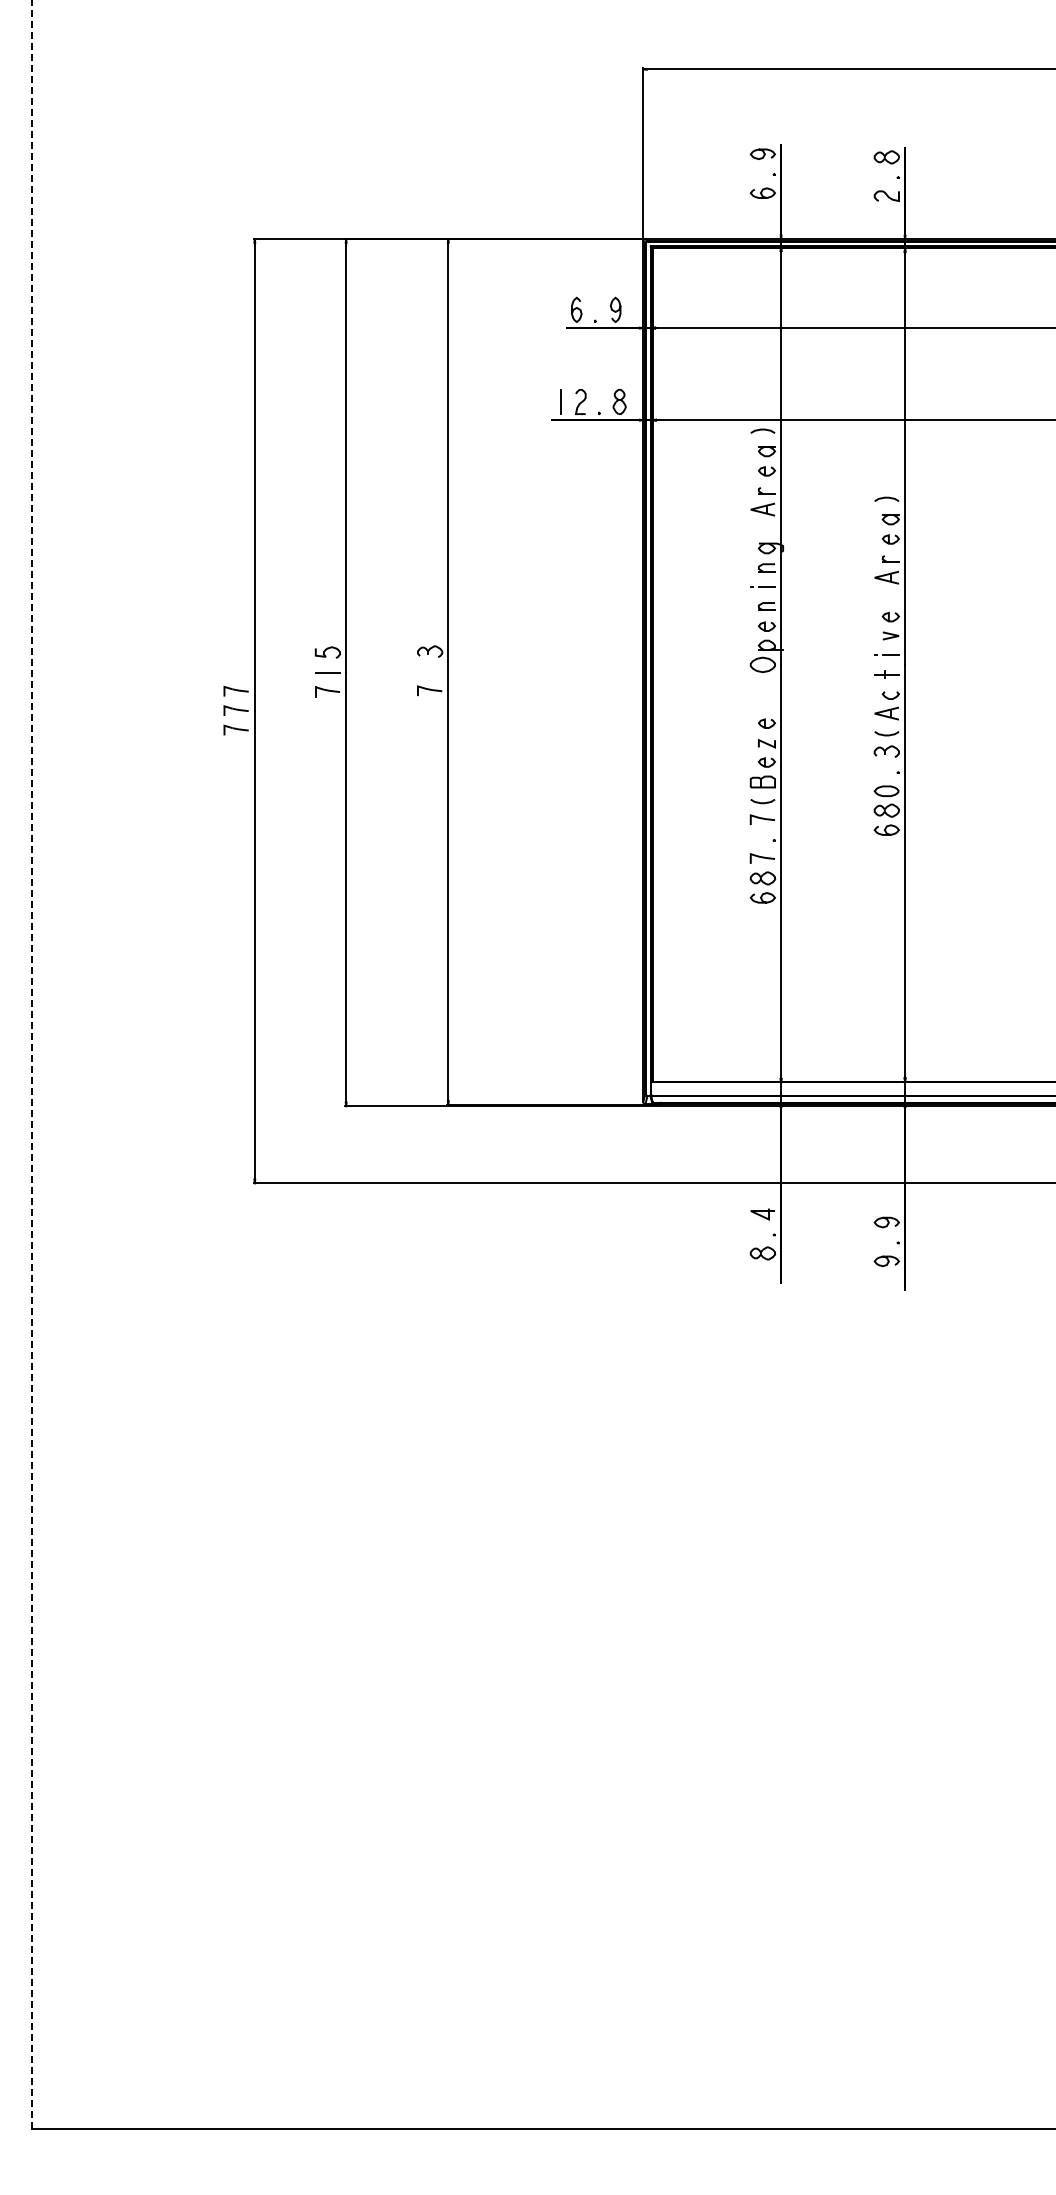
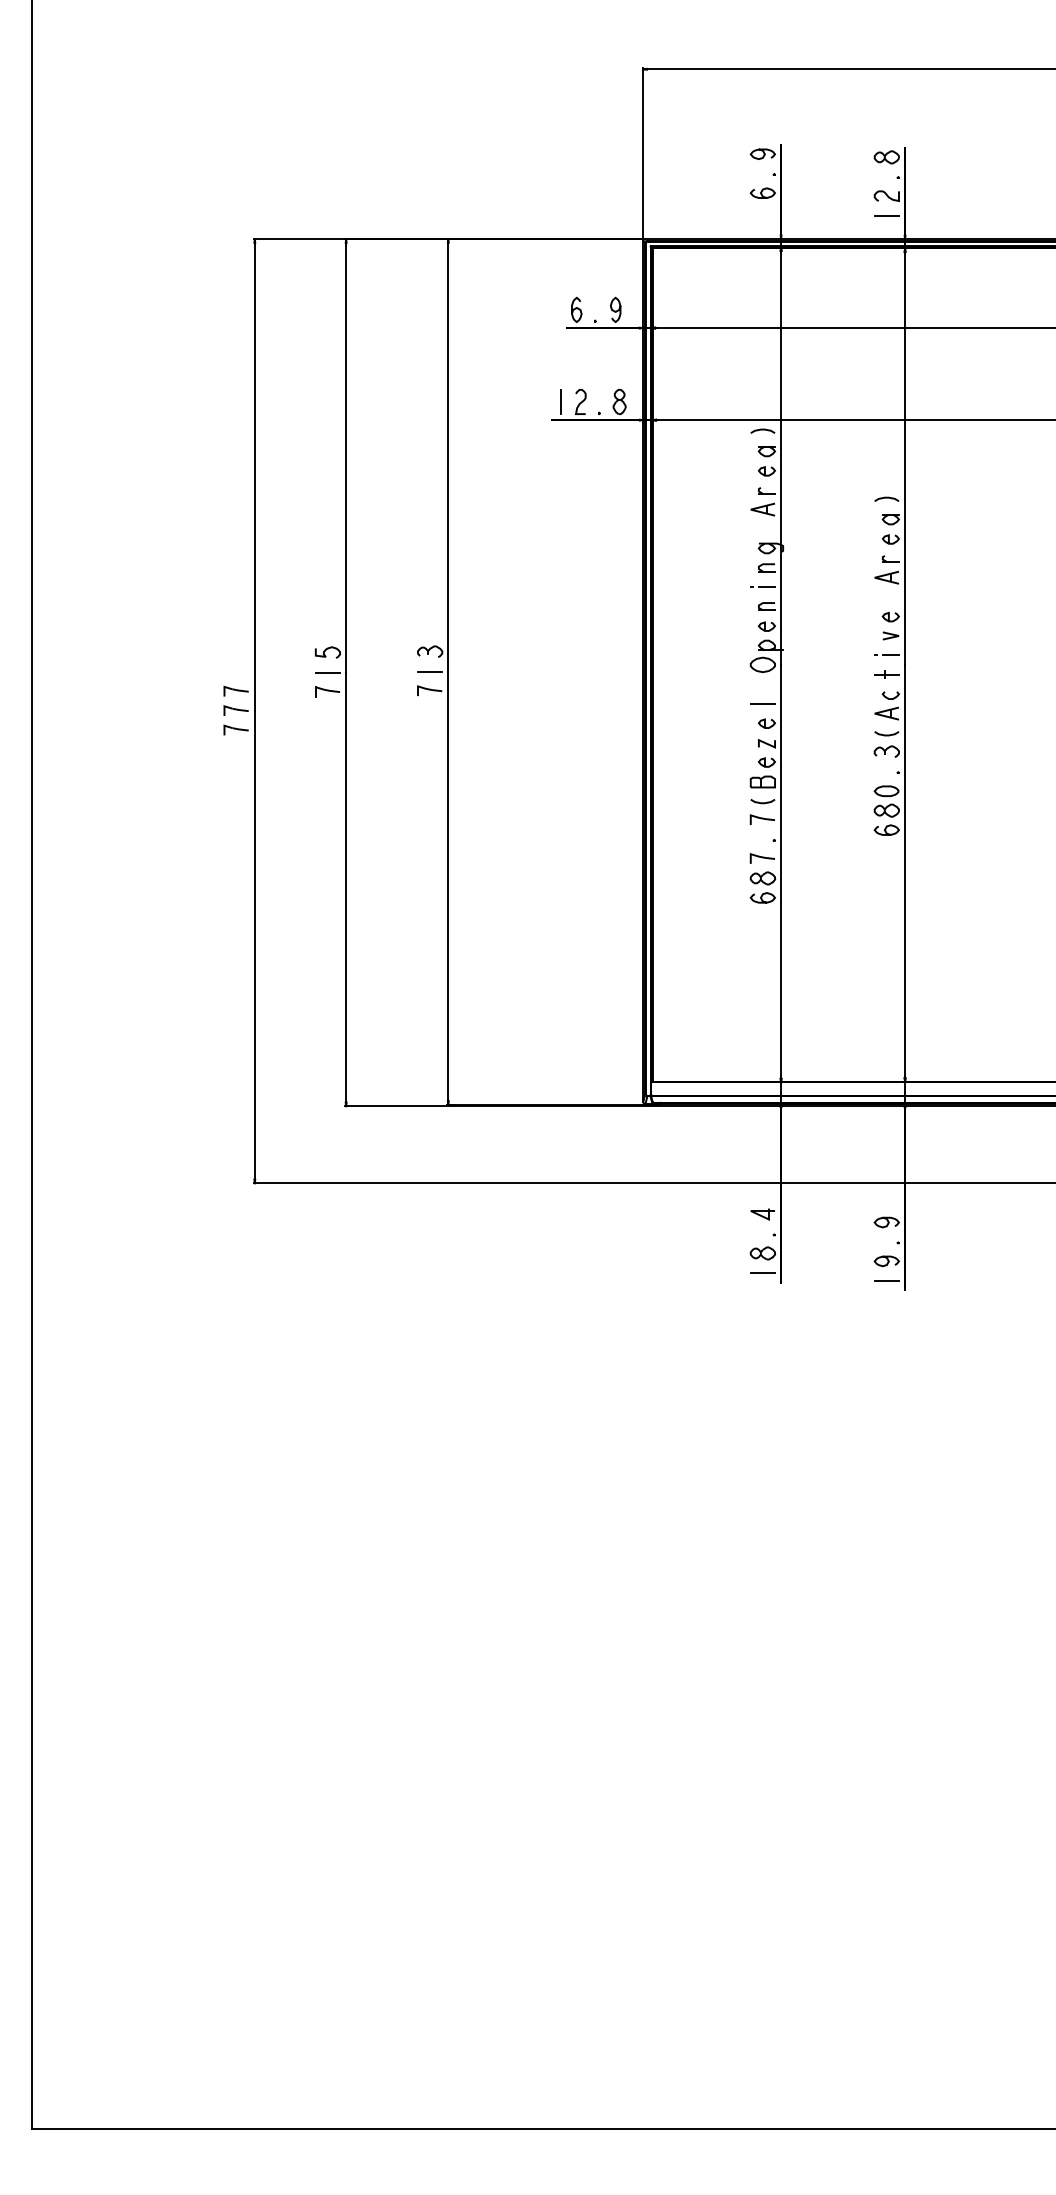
line at (886, 215): none -> present
line at (429, 671): none -> present
line at (762, 703): none -> present
line at (31, 1064): dashed -> solid
line at (762, 1272): none -> present
line at (886, 1280): none -> present
